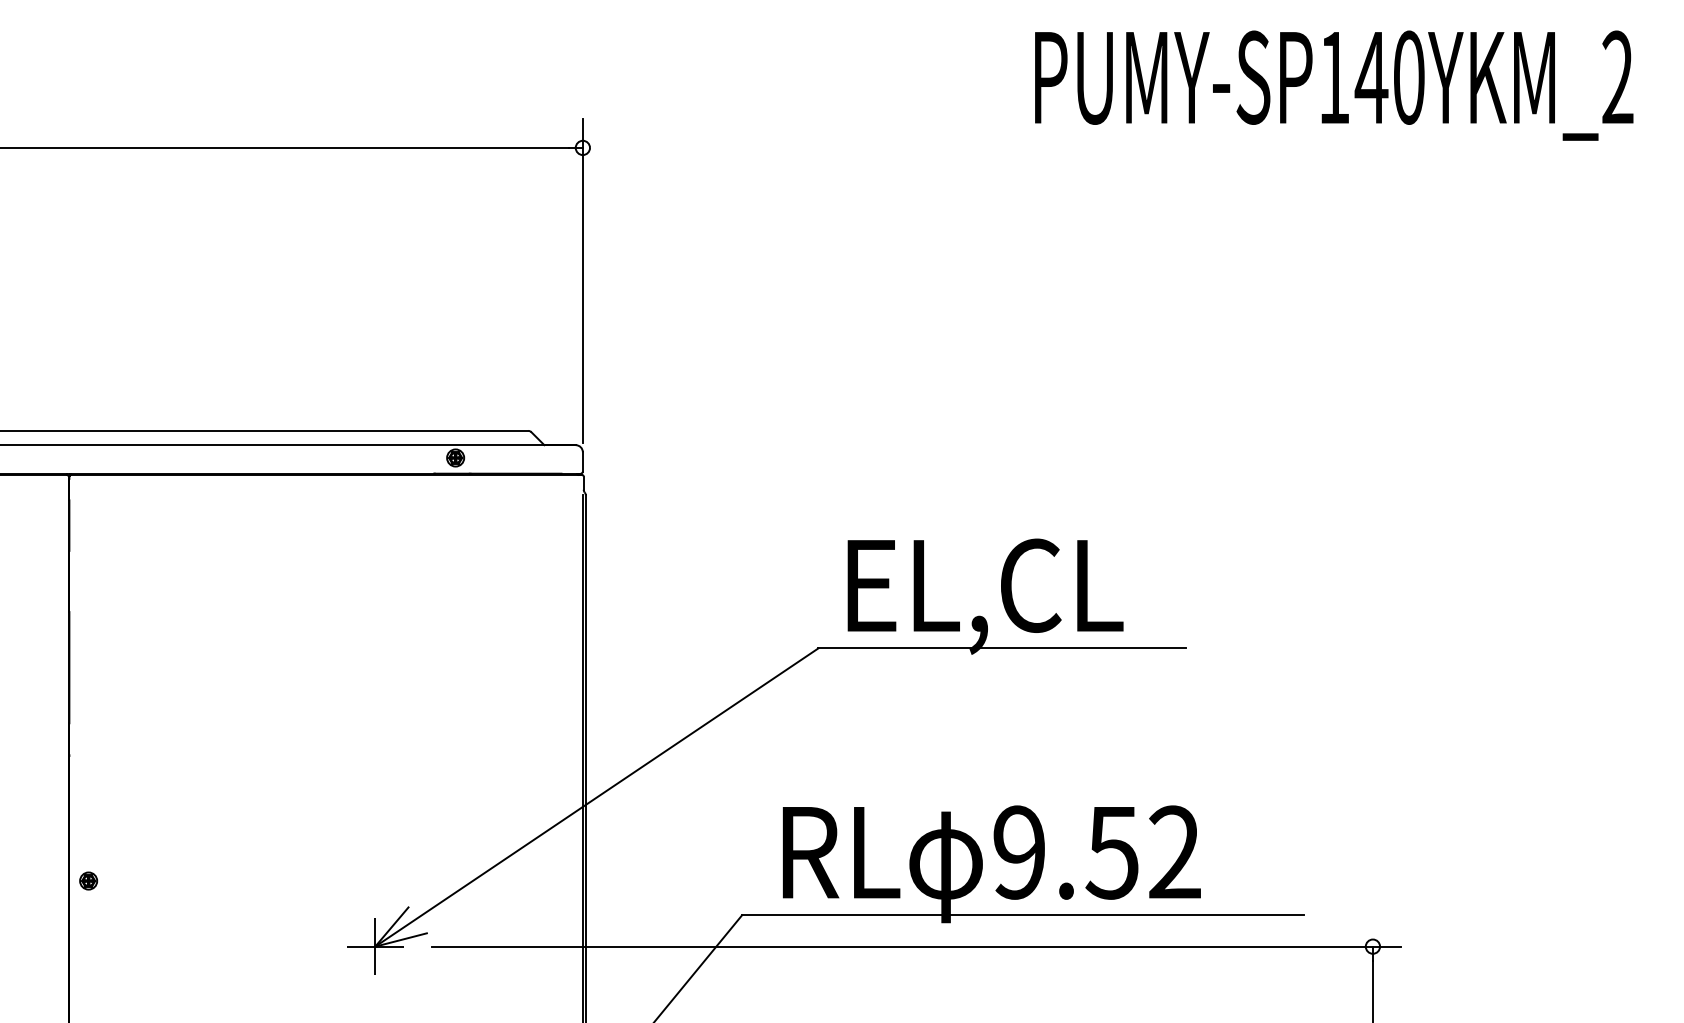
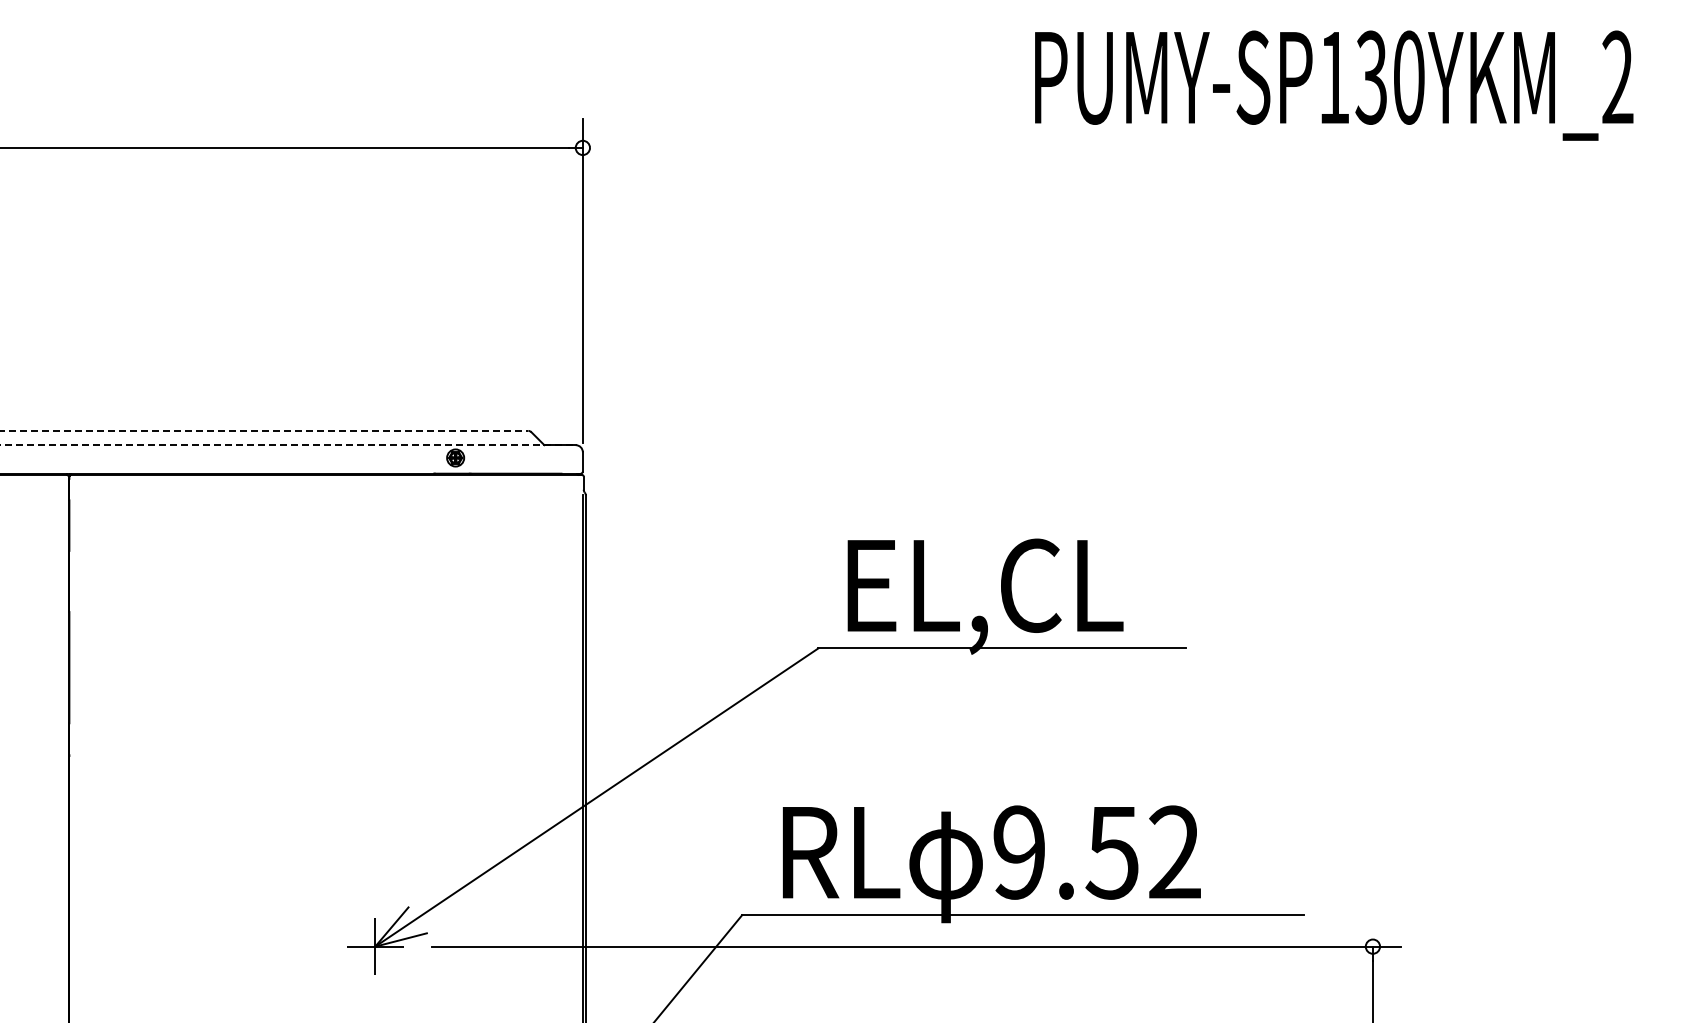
text at (1371, 77): PUMY-SP140YKM_2 -> PUMY-SP130YKM_2
line at (264, 430): solid -> dashed
line at (288, 445): solid -> dashed
part at (88, 880): present -> none
